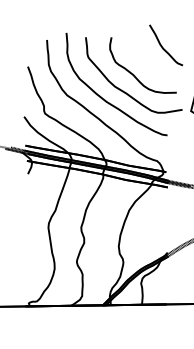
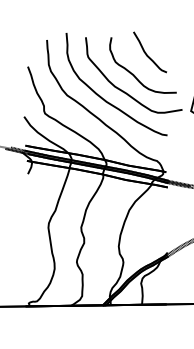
part at (166, 45) position: (166, 45) -> (150, 52)
